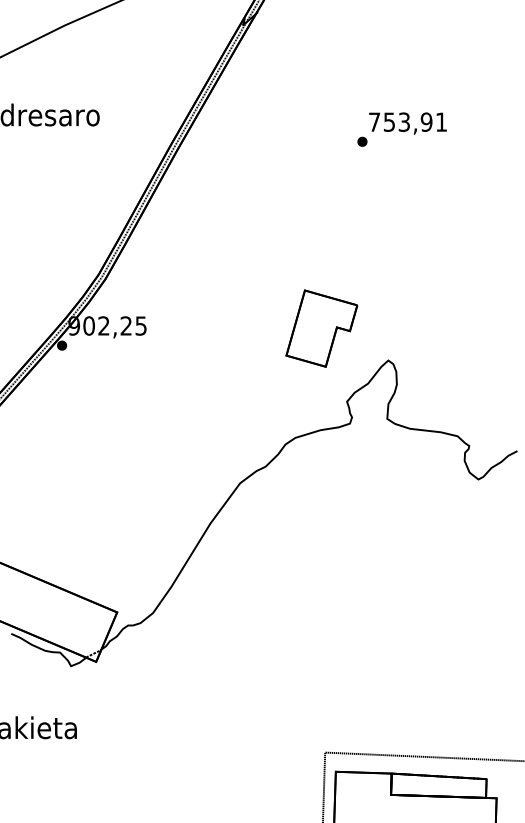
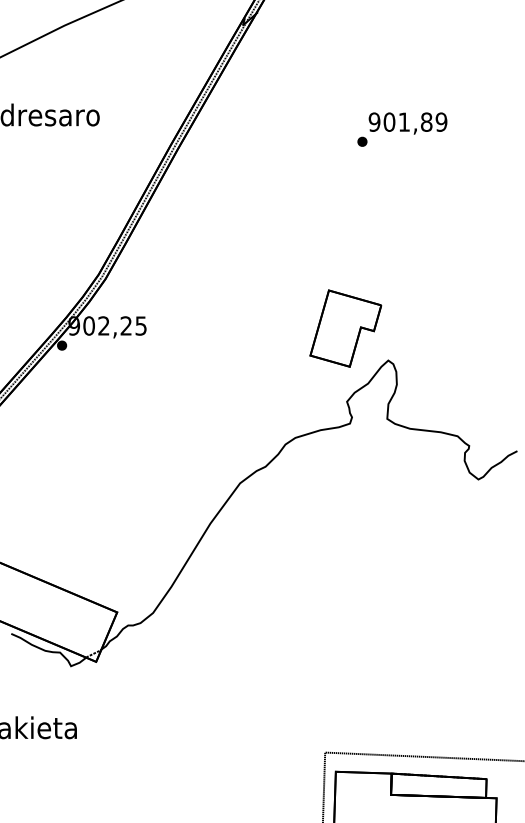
text at (407, 121): 753,91 -> 901,89
part at (321, 328) position: (321, 328) -> (345, 328)
